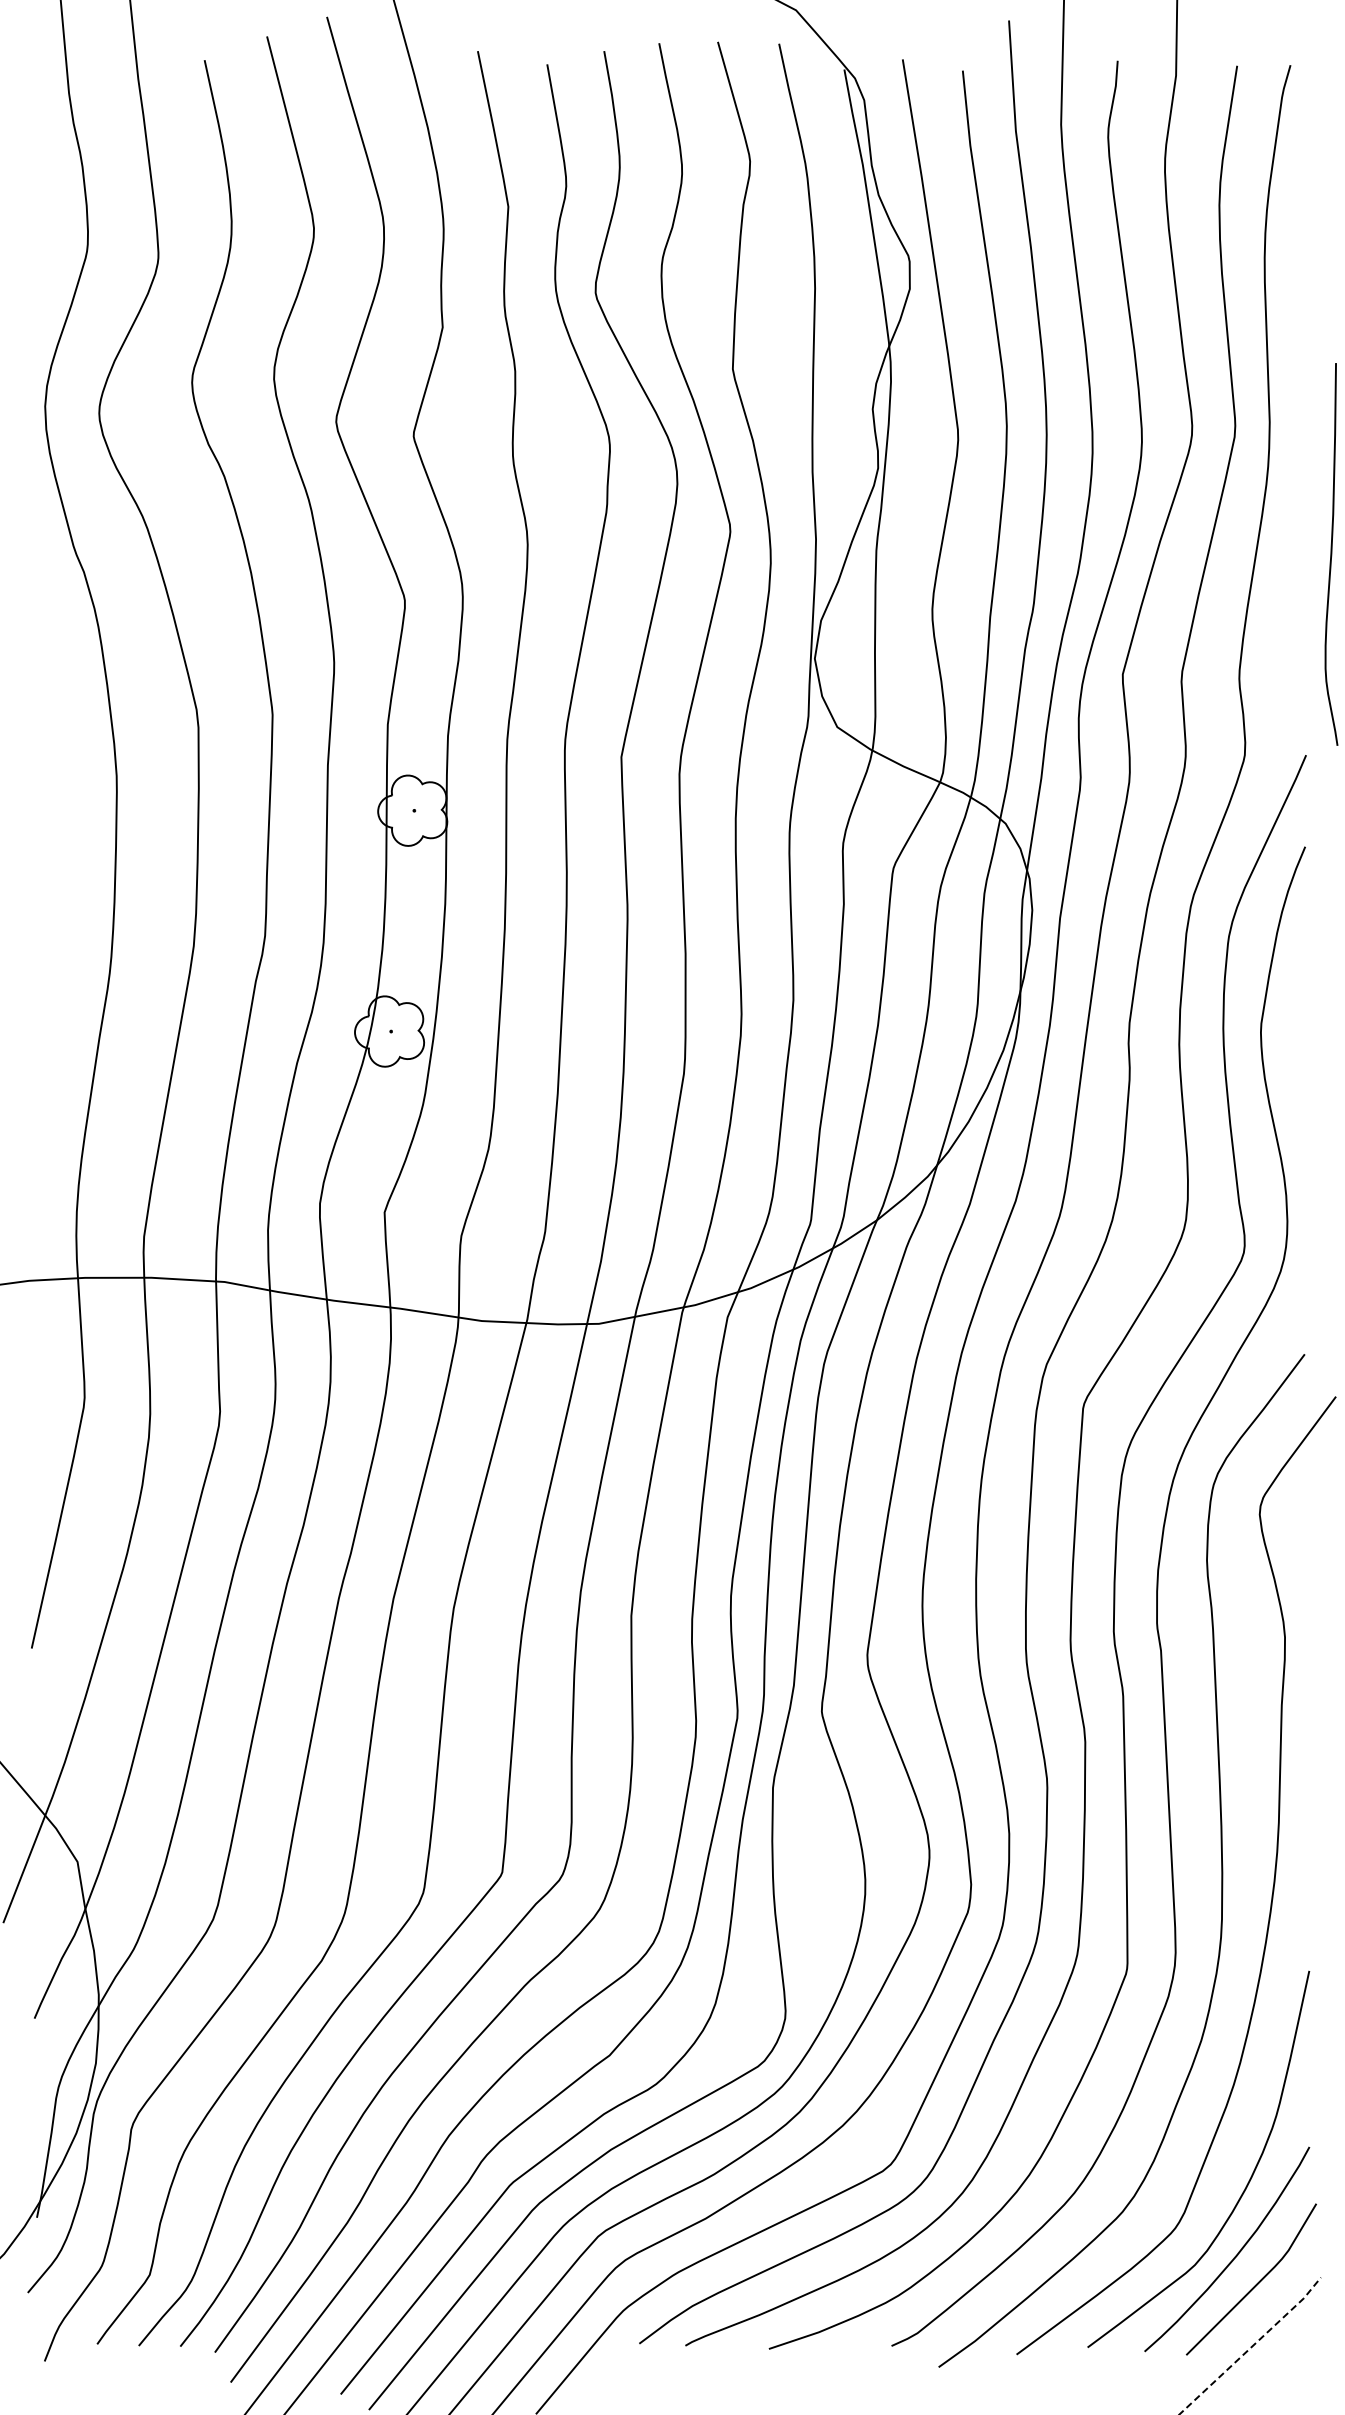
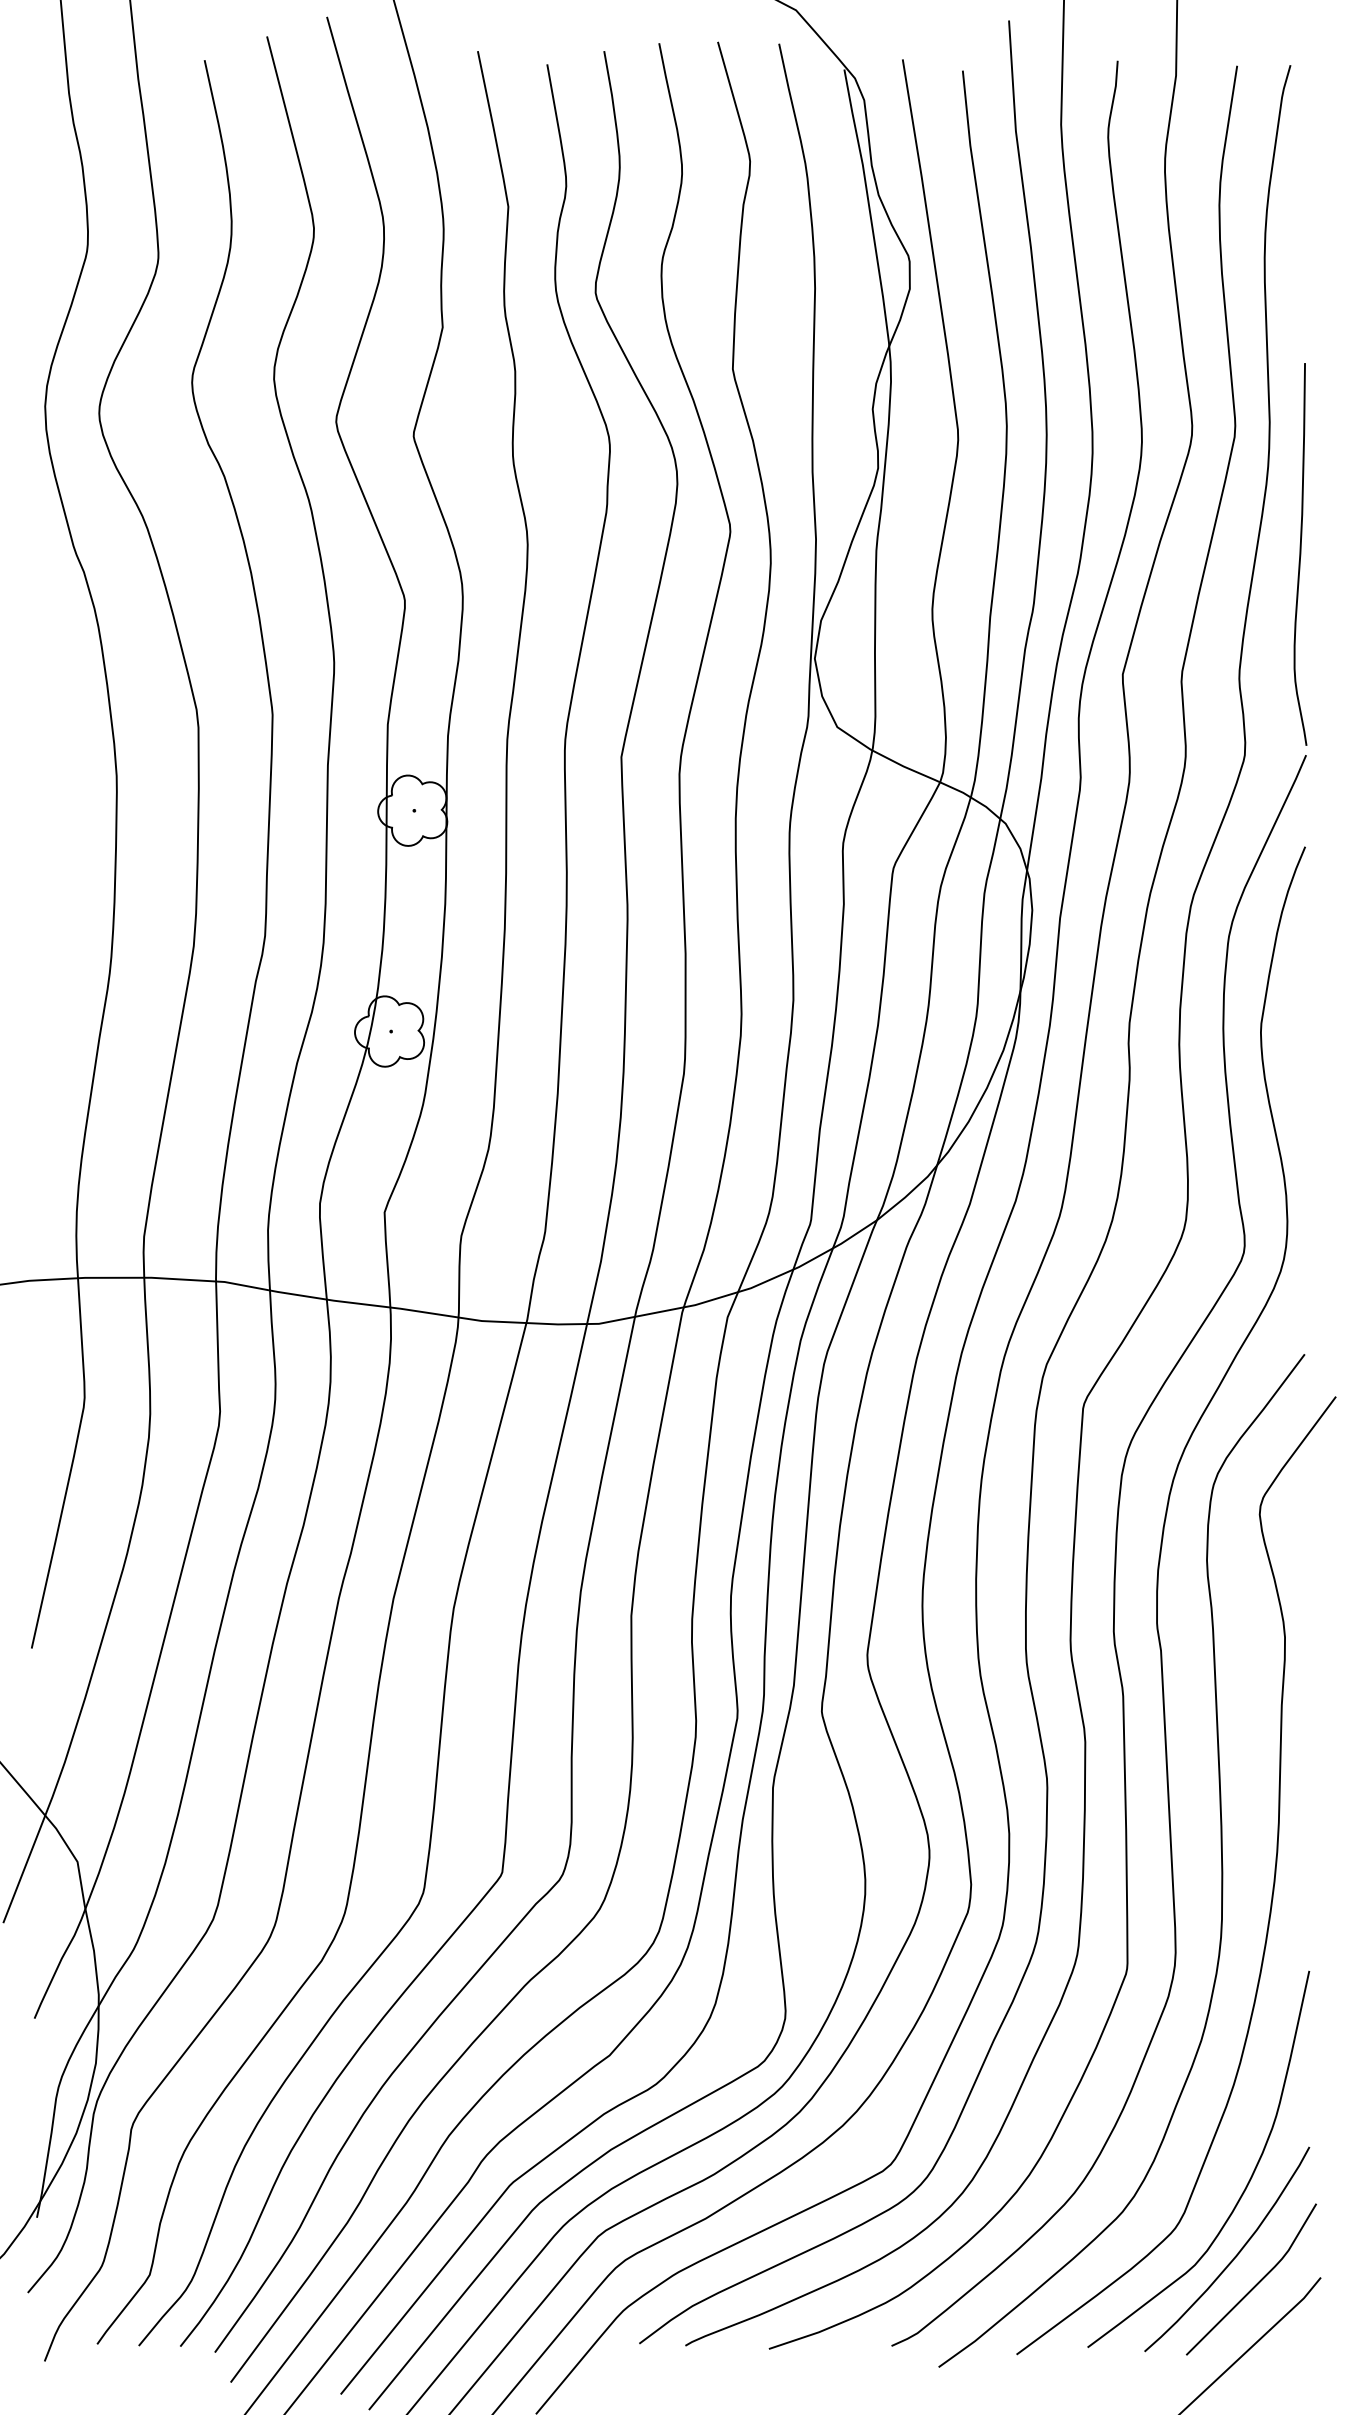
curve at (1331, 554) position: (1331, 554) -> (1300, 554)
line at (1252, 2346): dashed -> solid
